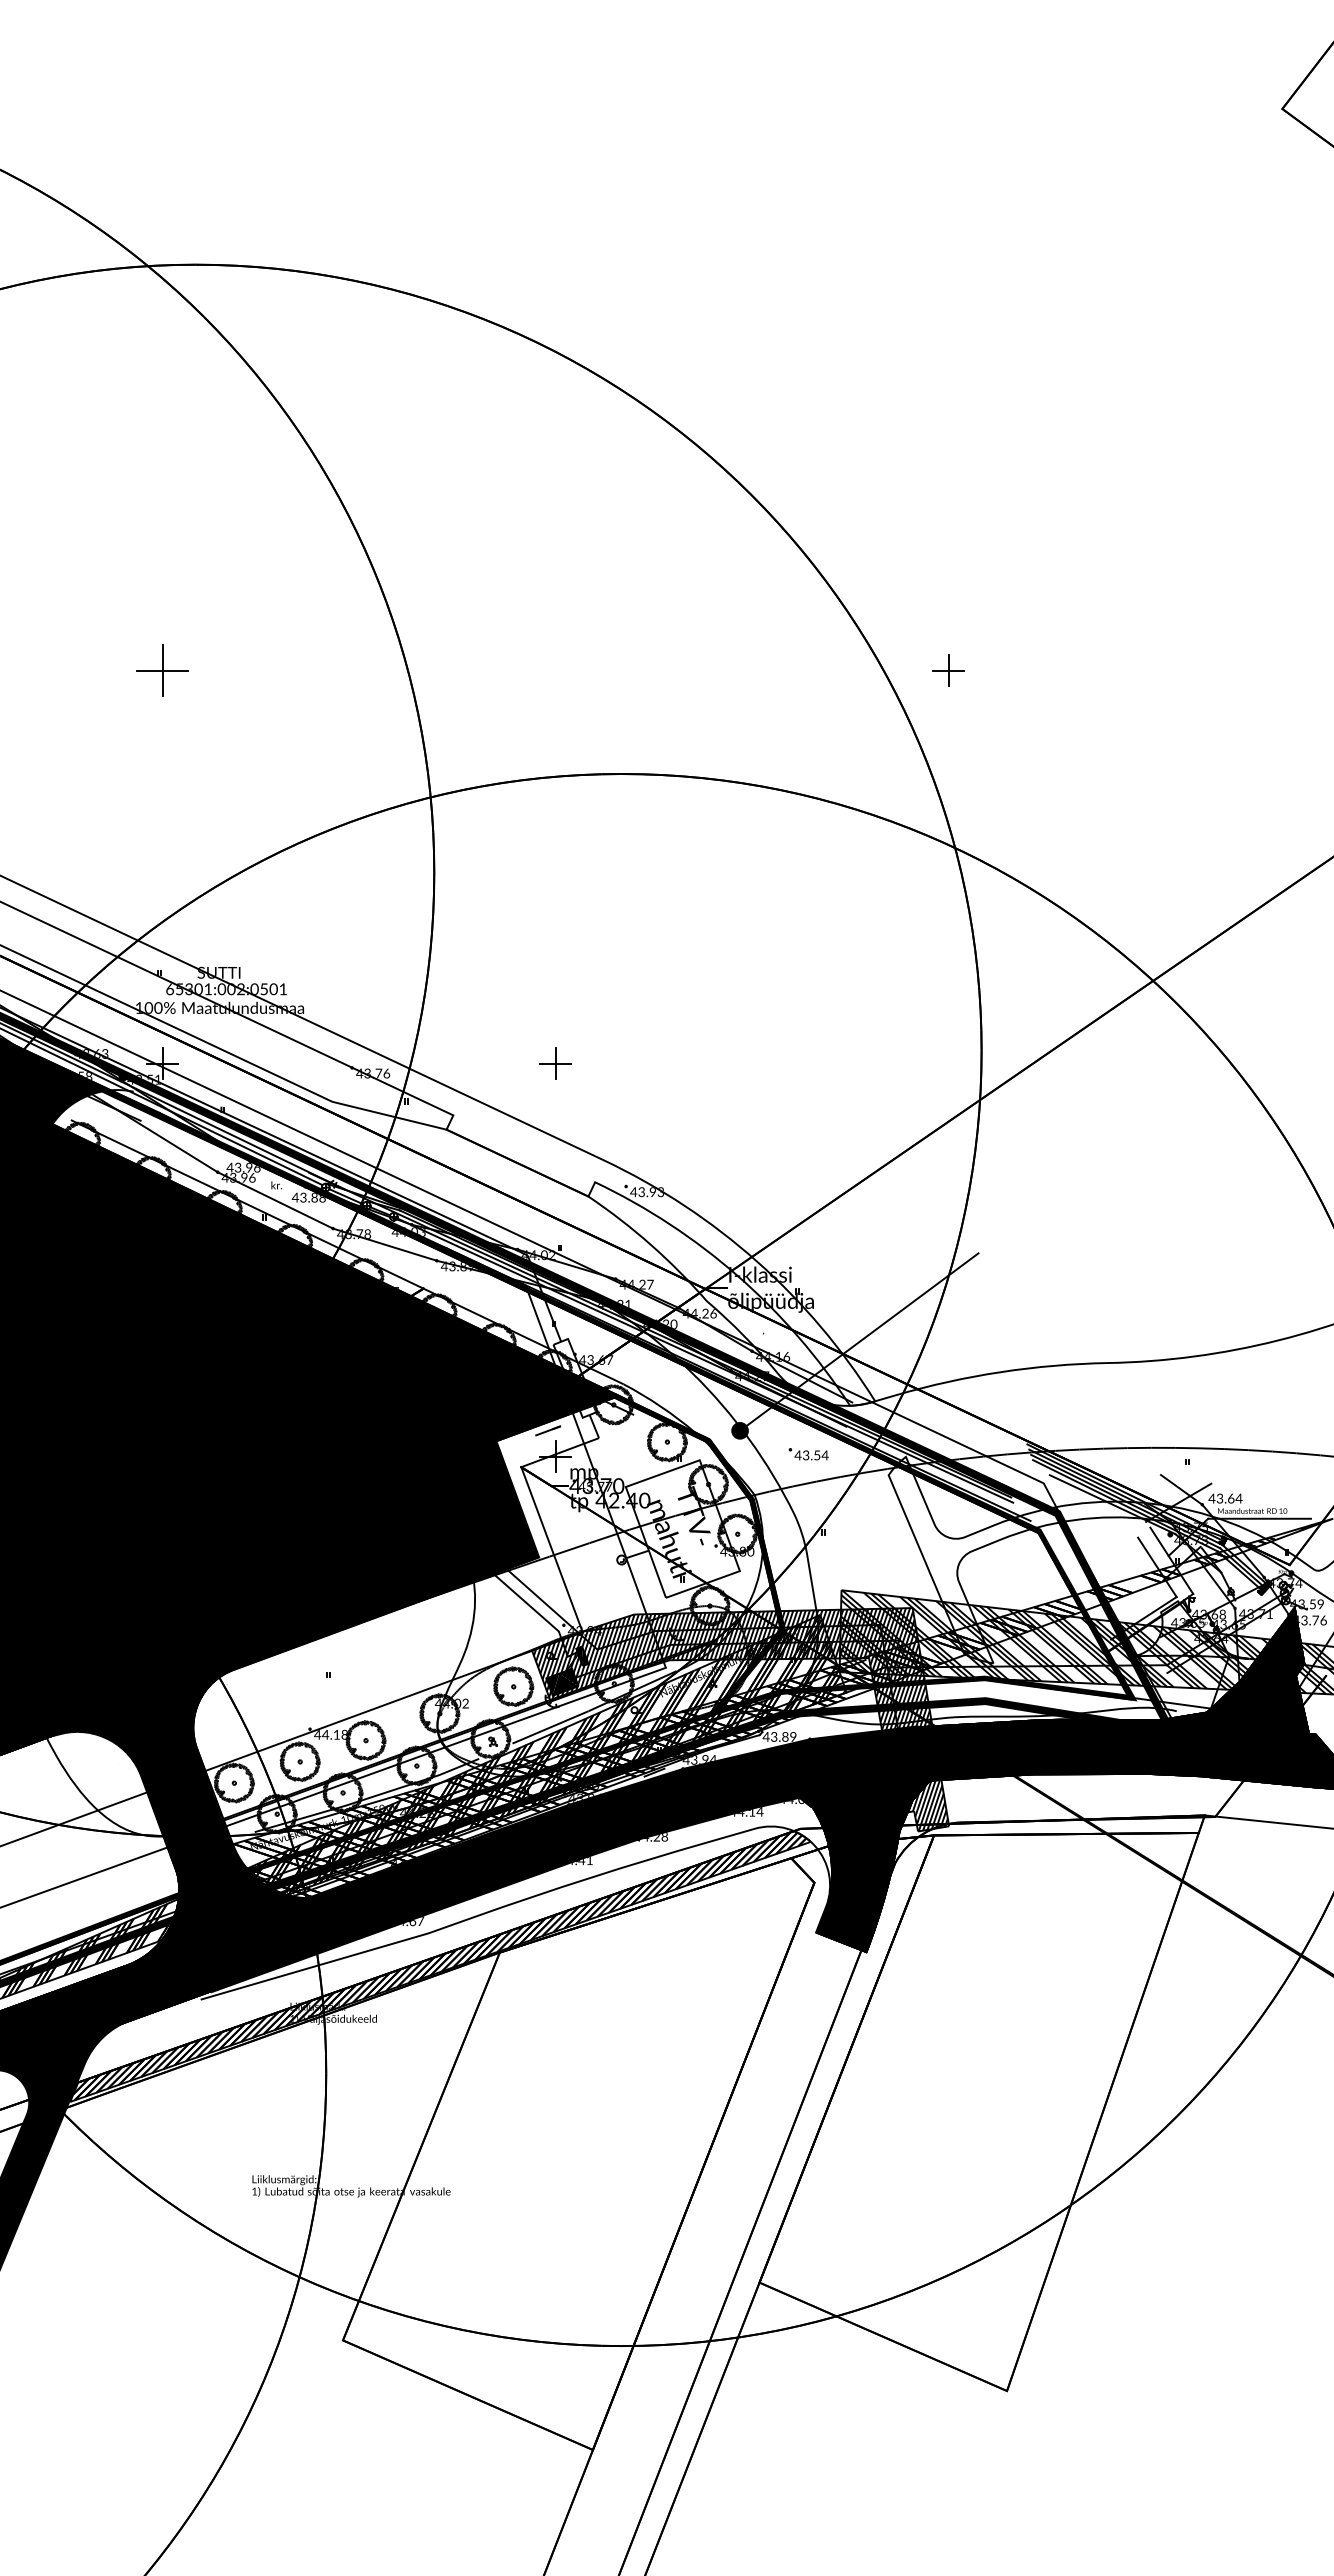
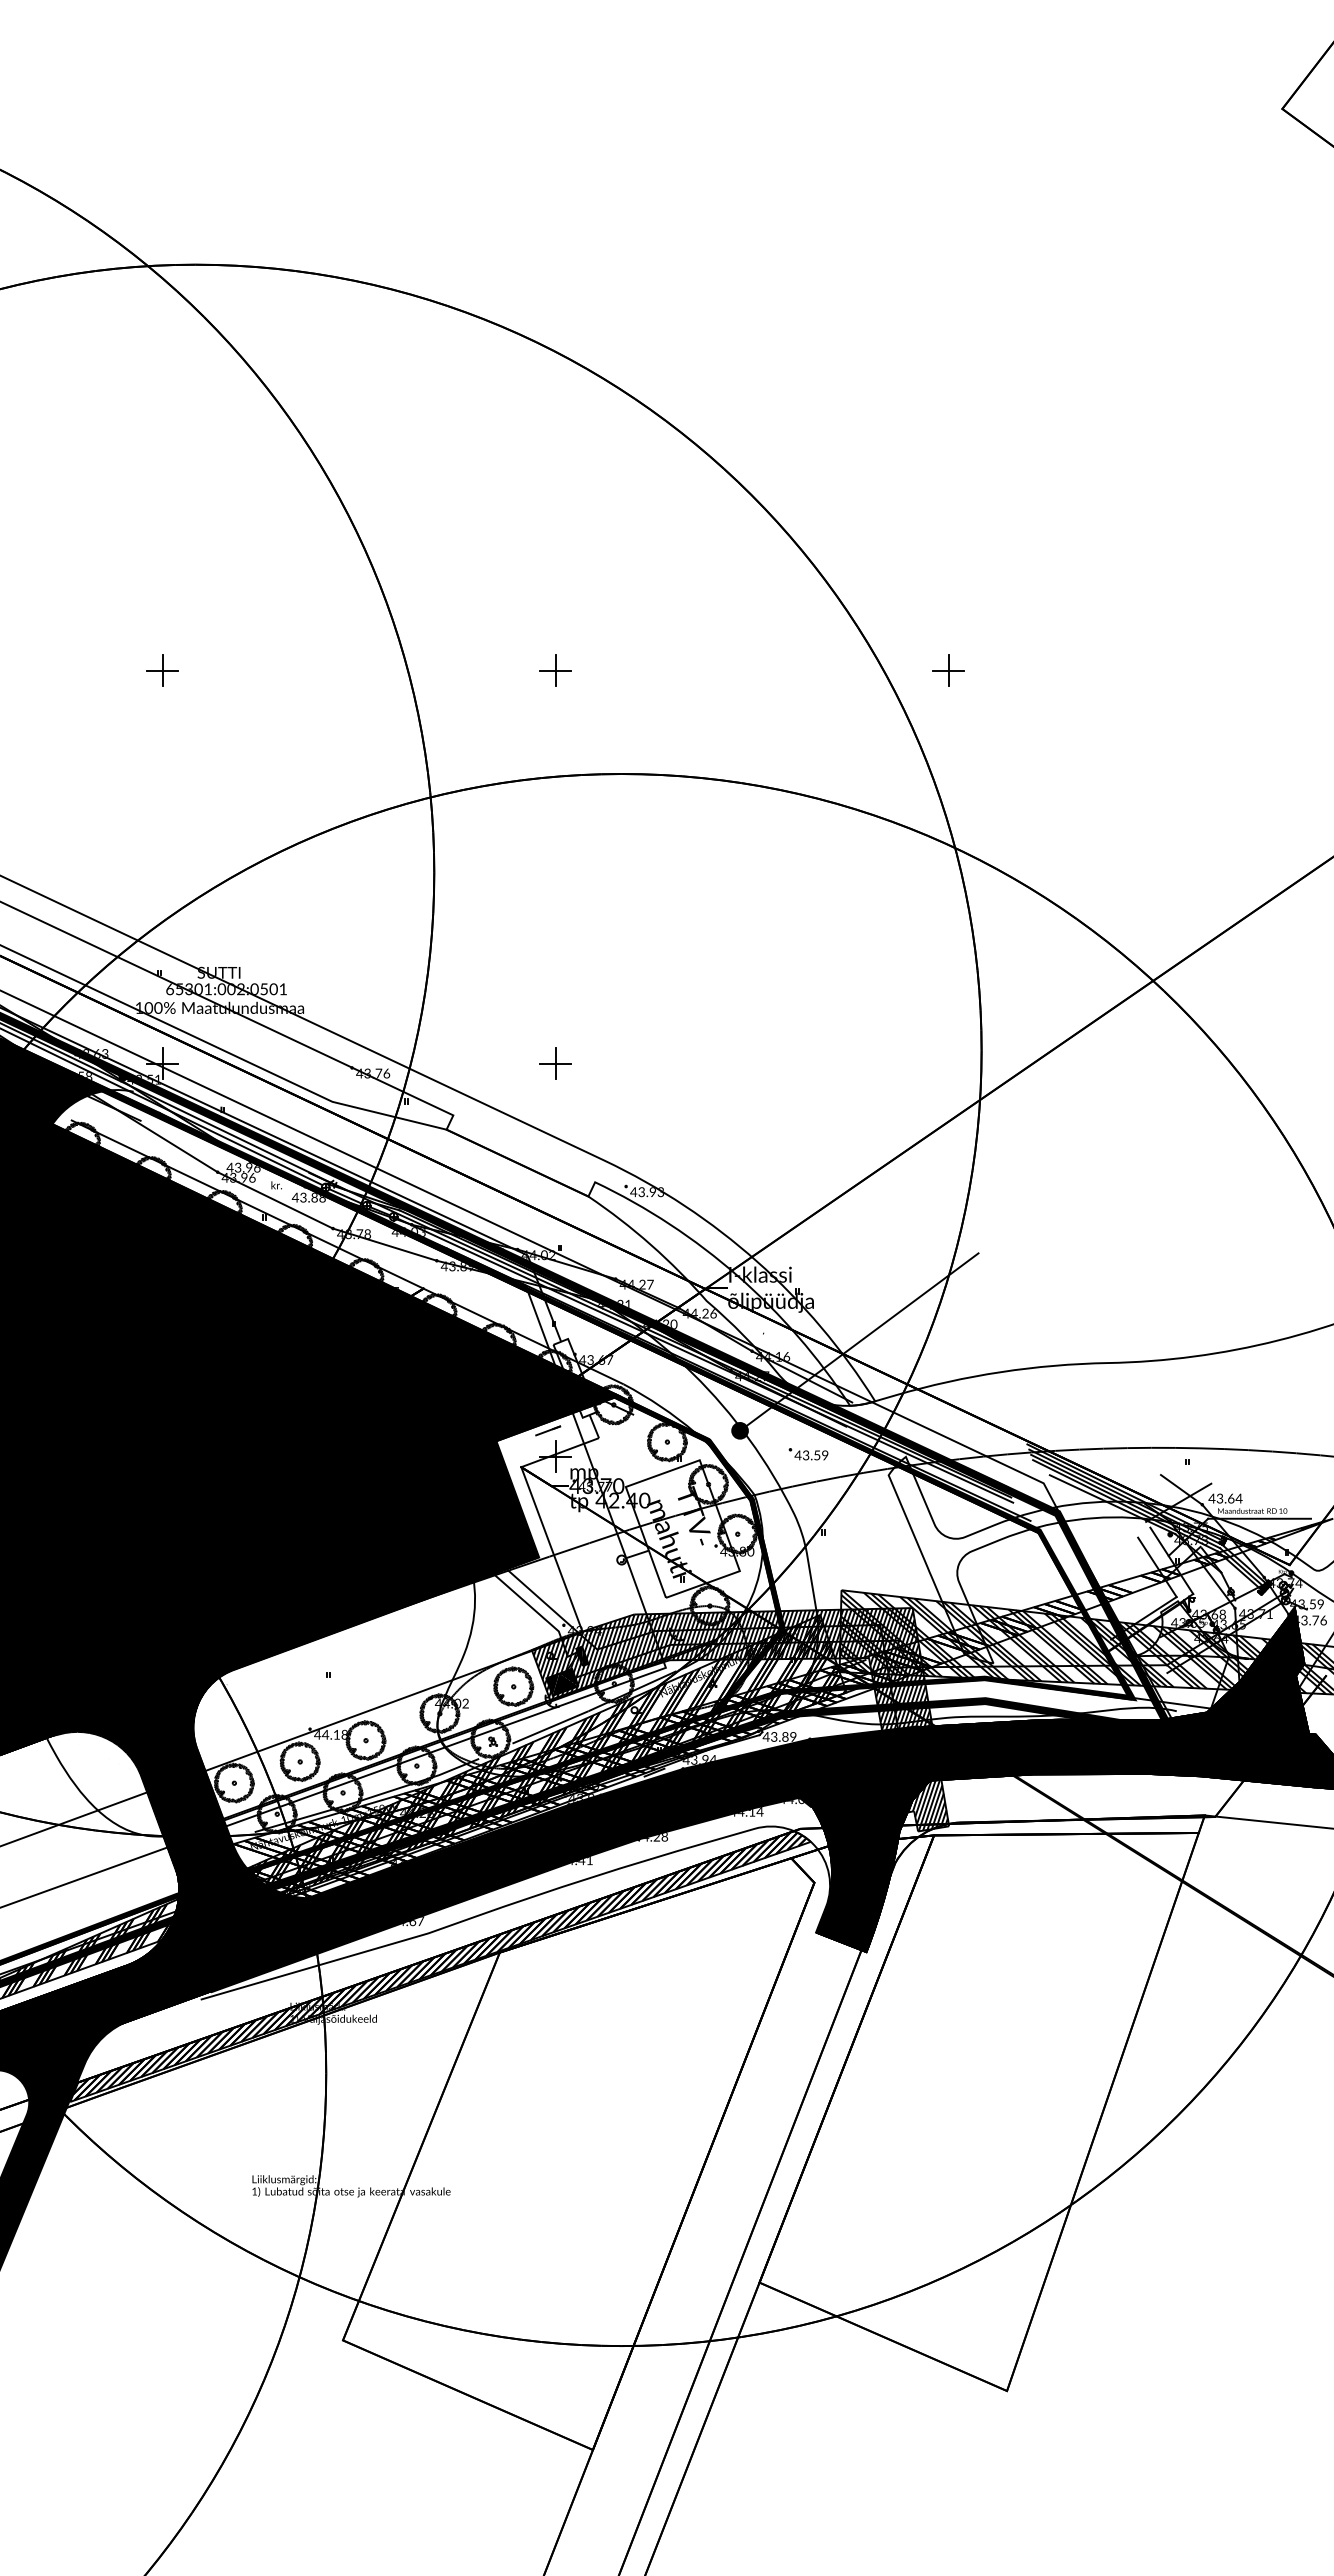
part at (162, 670) size: 53x53 px -> 33x33 px
part at (555, 670): none -> present
text at (824, 1455): 43.54 -> 43.59
